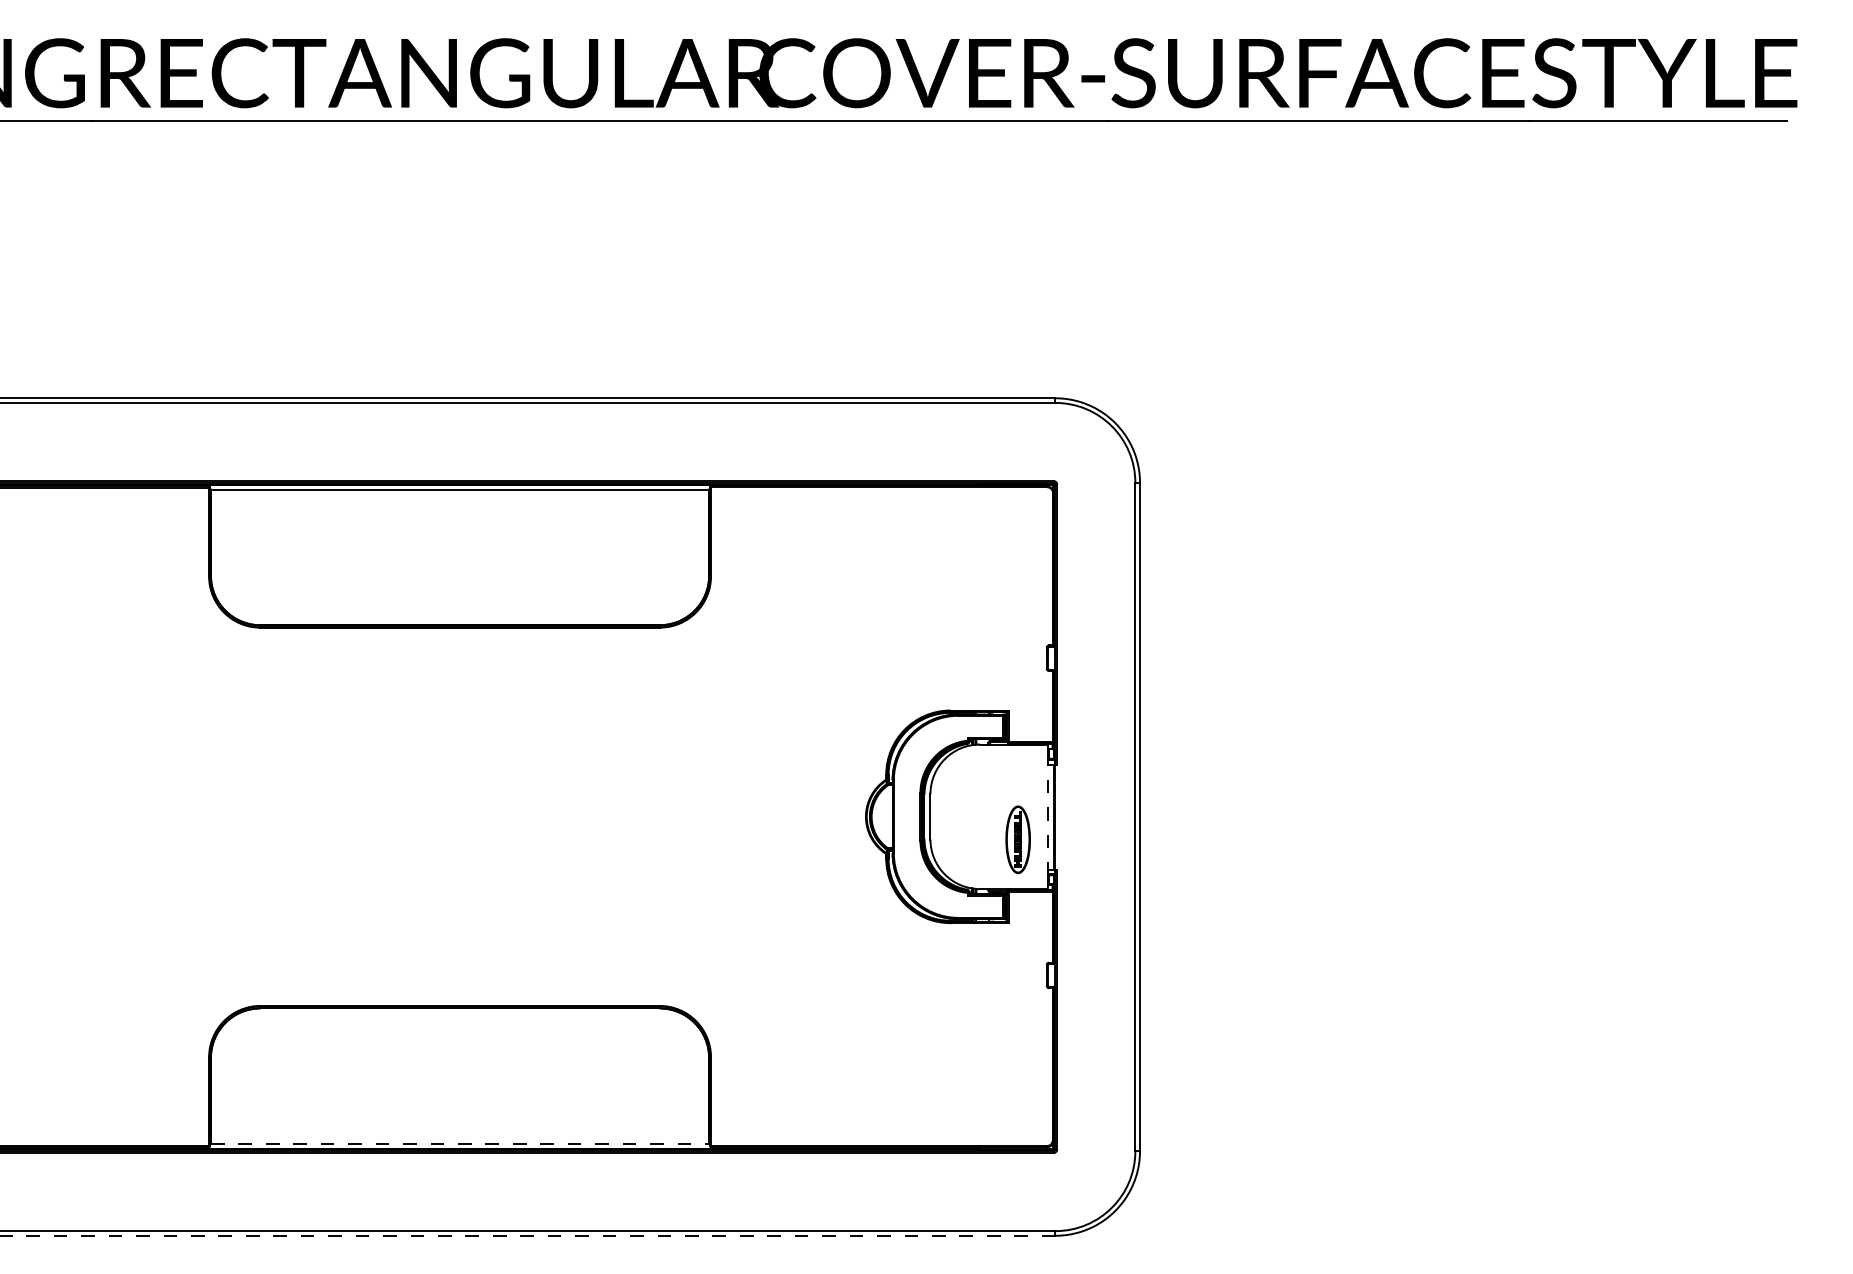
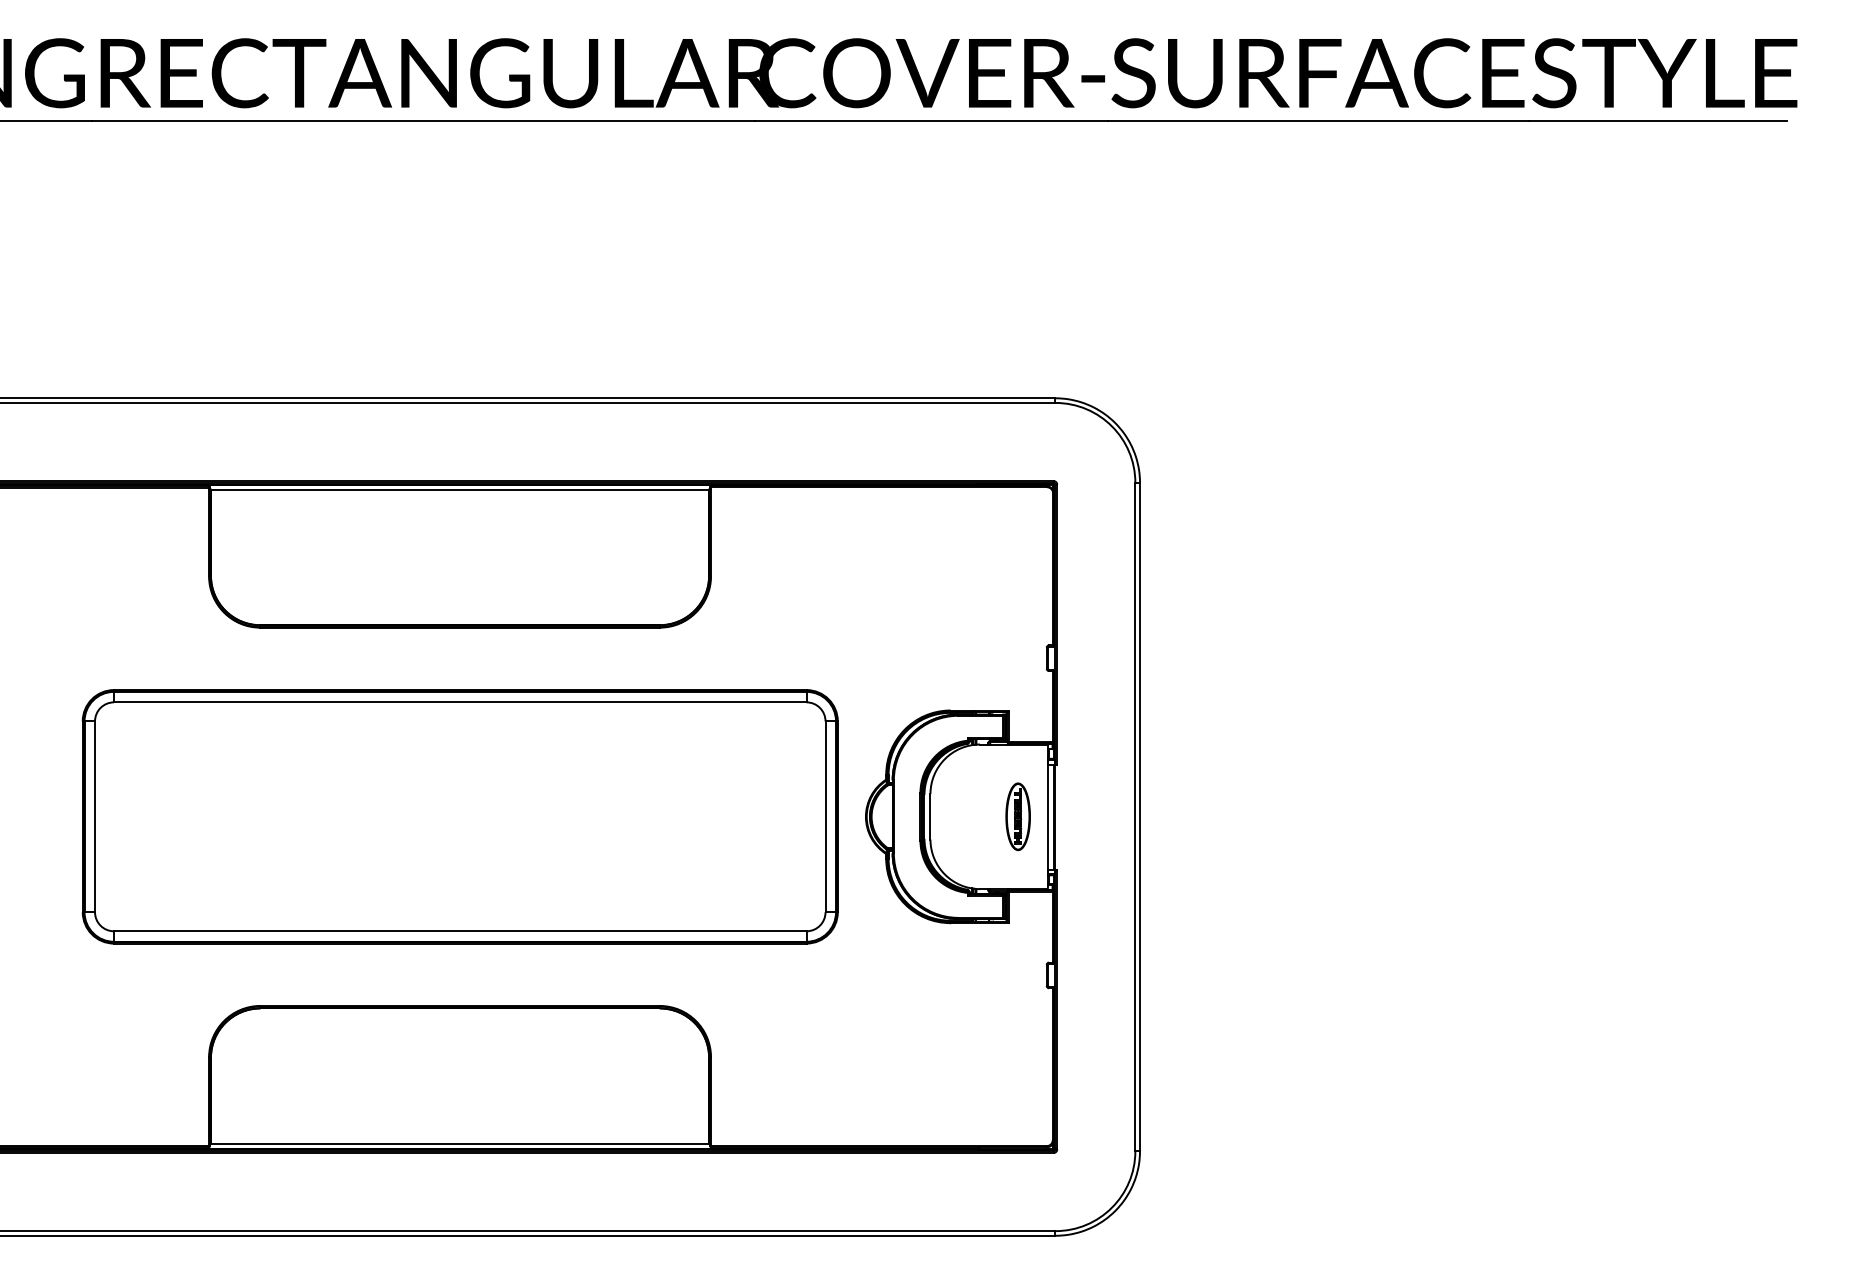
part at (459, 816): none -> present
line at (1047, 816): dashed -> solid
part at (1017, 839) position: (1017, 839) -> (1017, 816)
line at (460, 1143): dashed -> solid
line at (527, 1235): dashed -> solid
